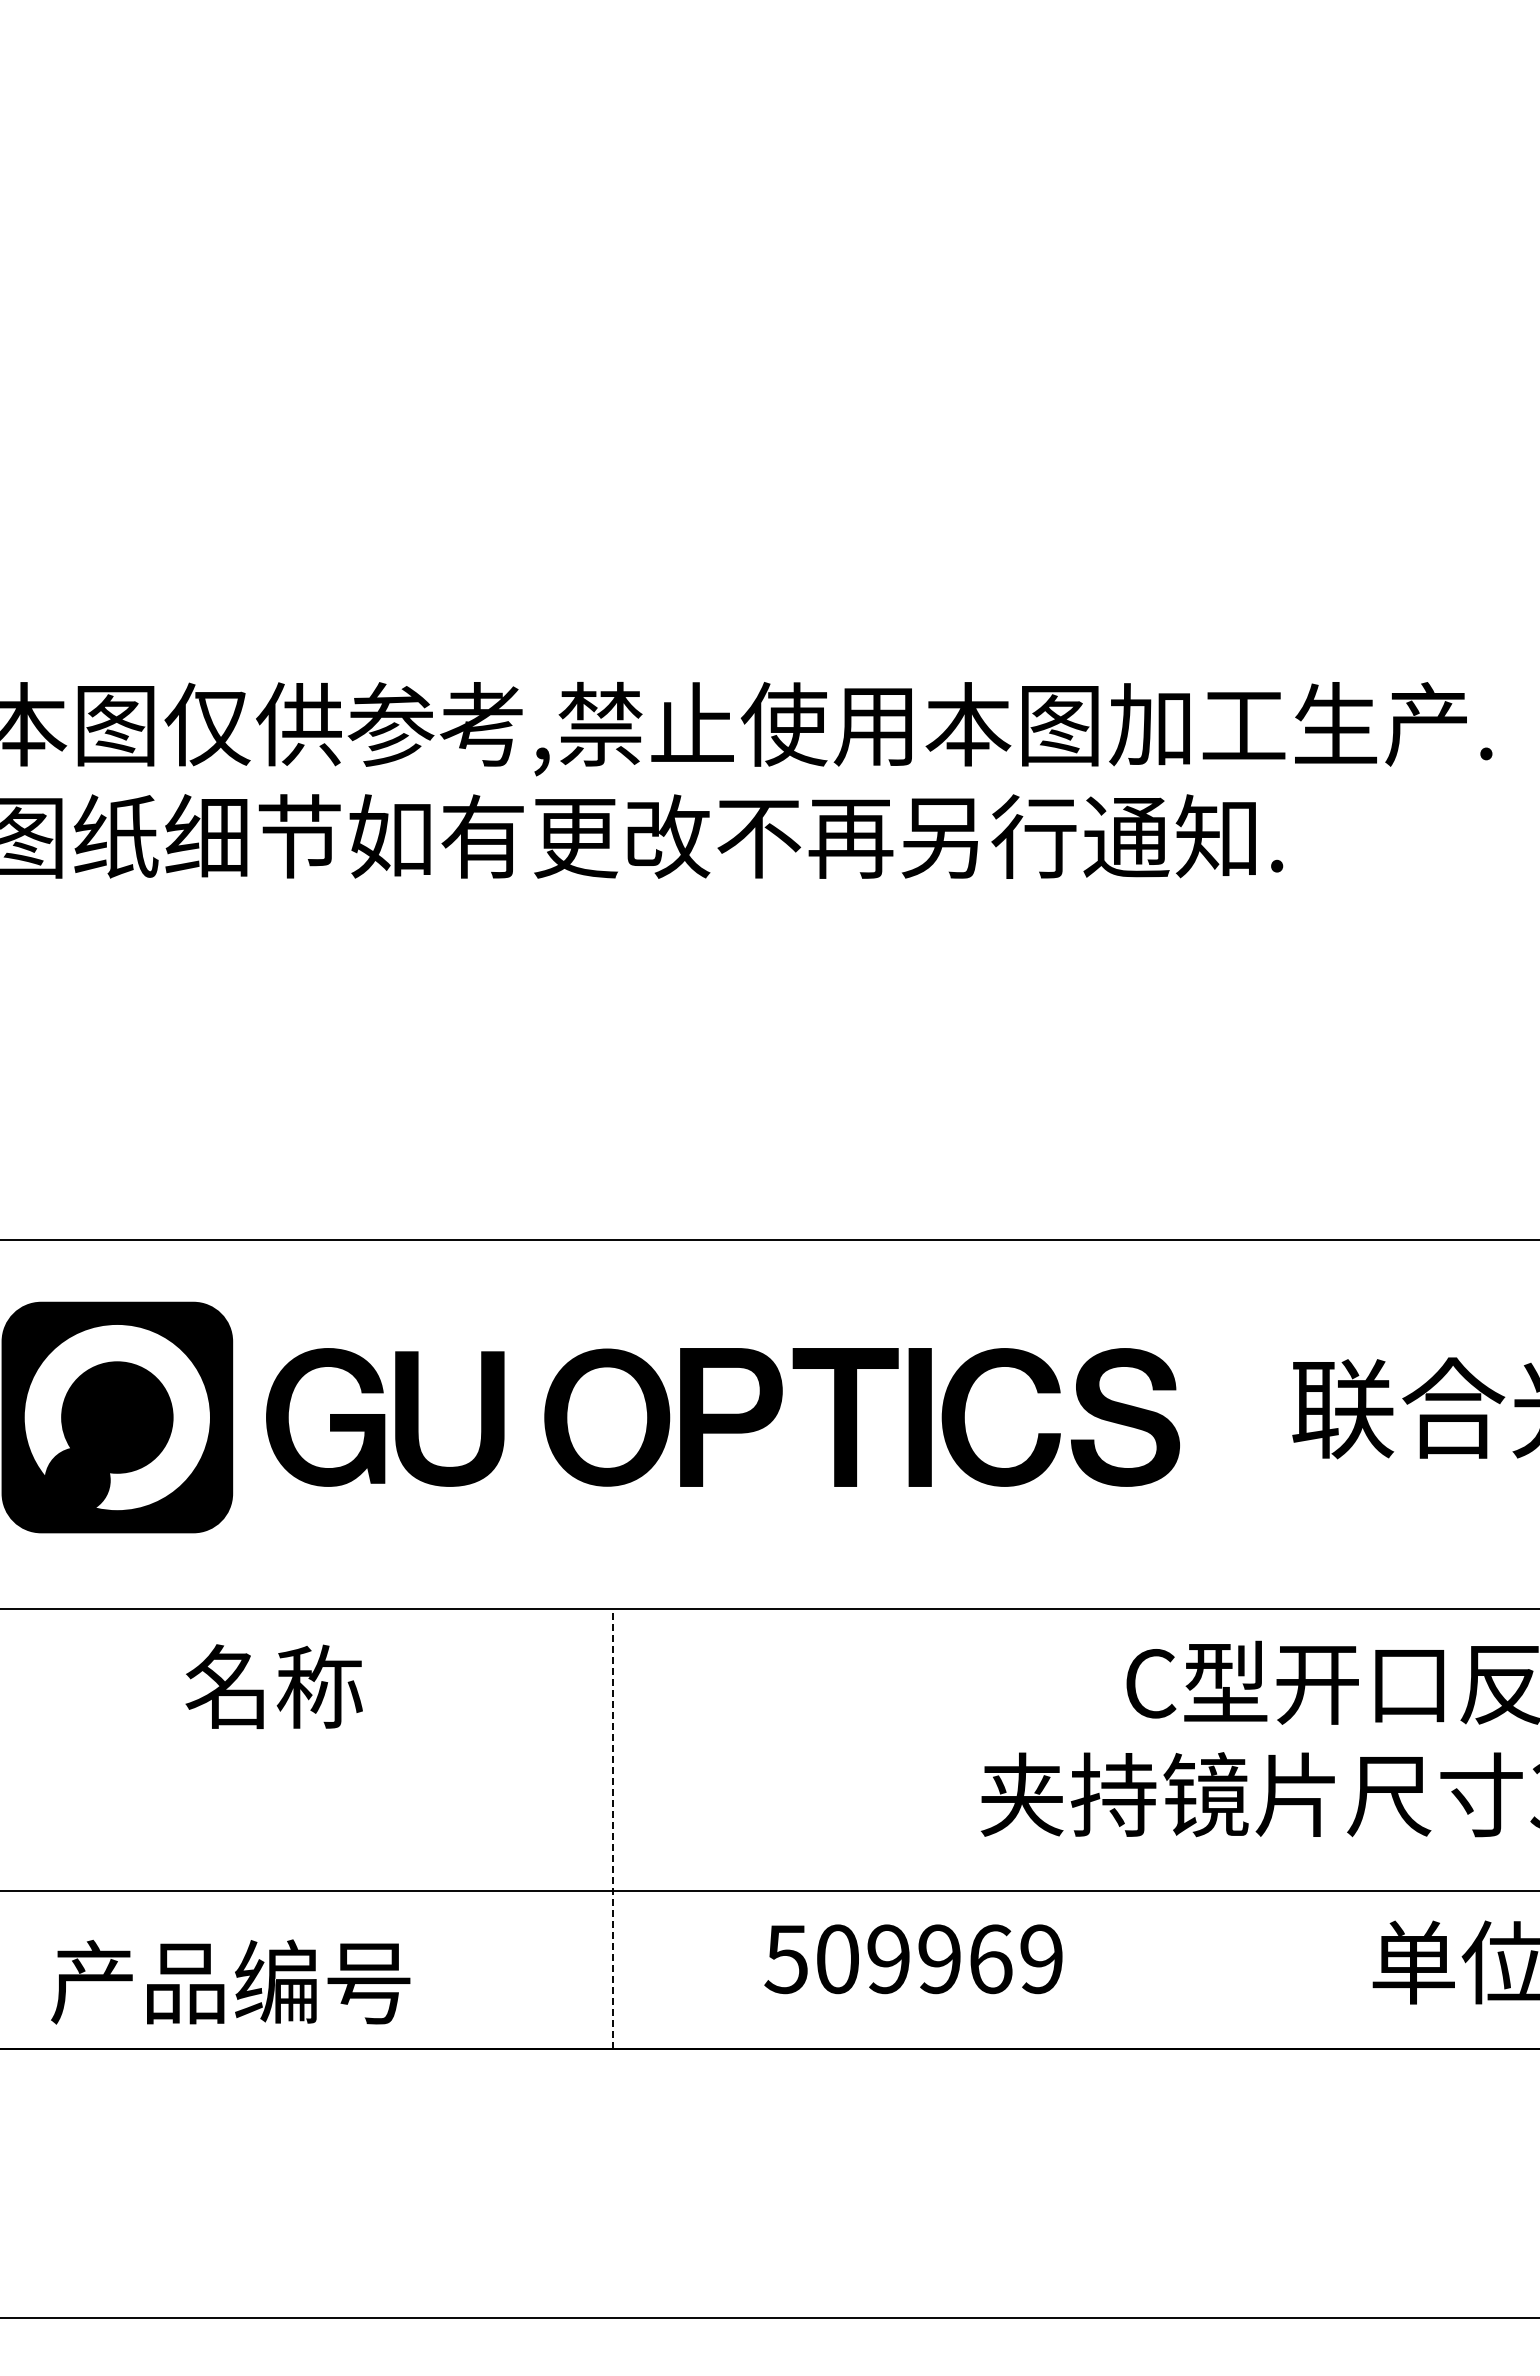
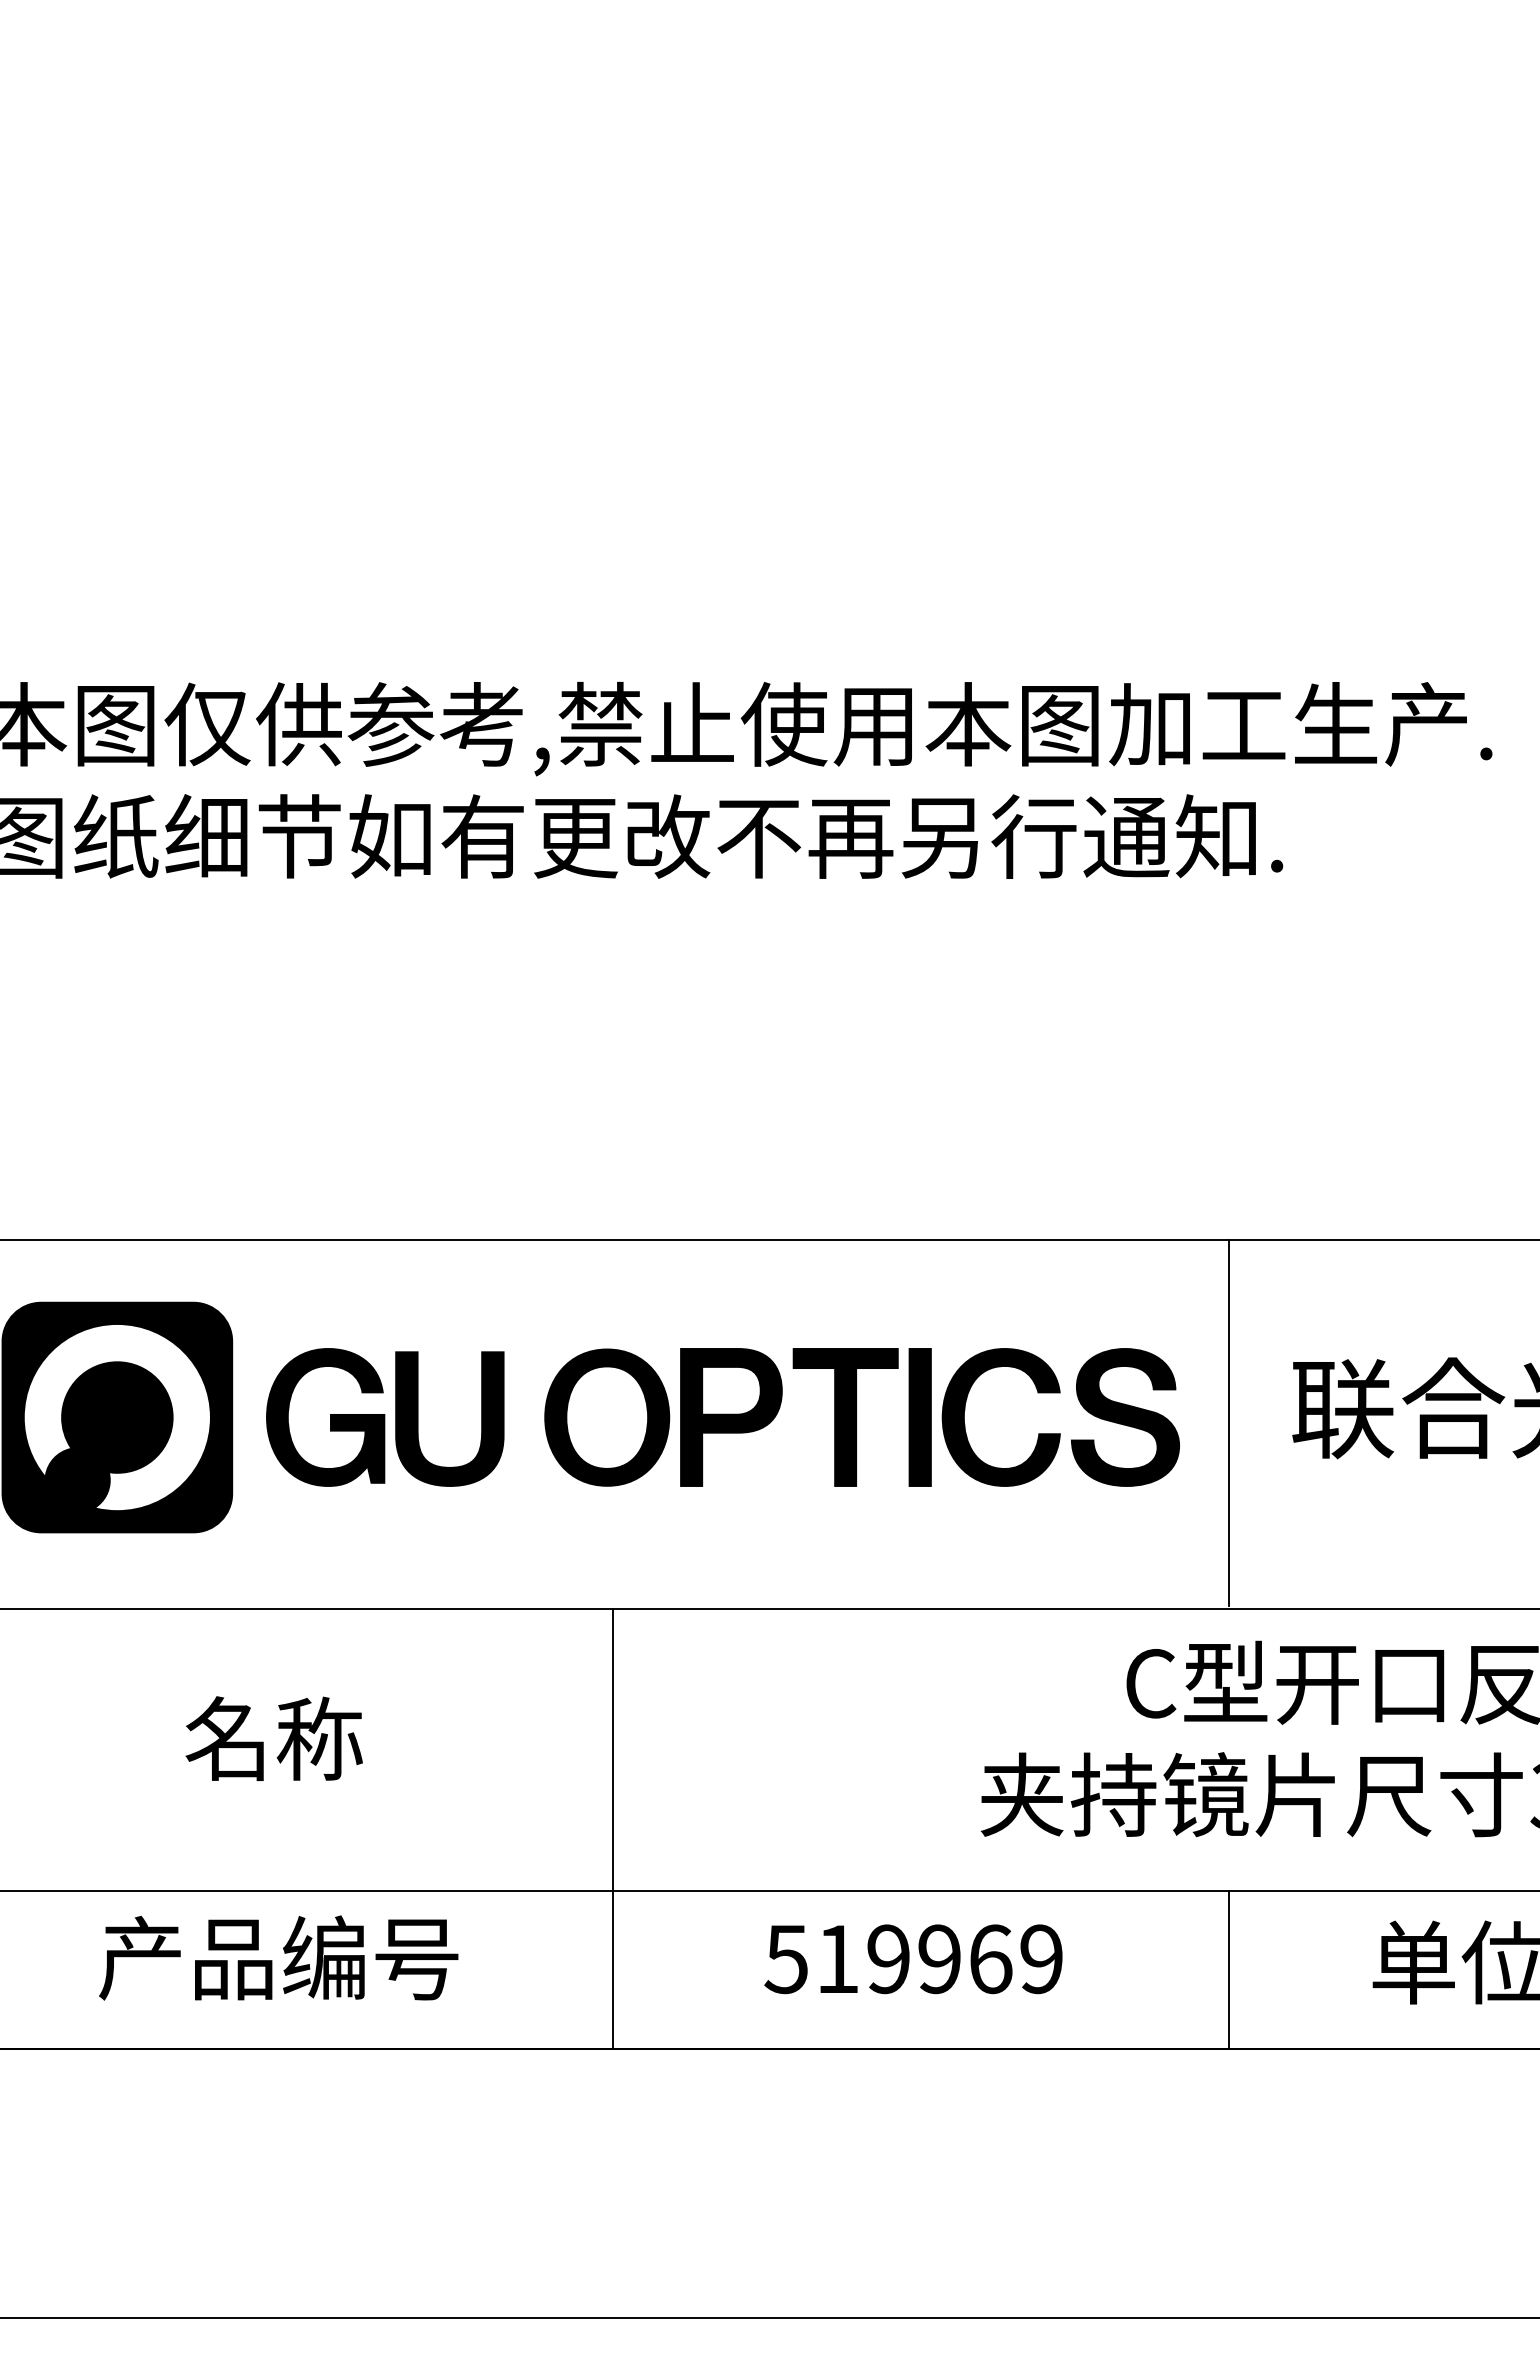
line at (1229, 1423): none -> present
text at (273, 1686) position: (273, 1686) -> (273, 1738)
line at (612, 1828): dashed -> solid
text at (837, 1959): 509969 -> 519969
line at (1229, 1969): none -> present
text at (230, 1981) position: (230, 1981) -> (278, 1957)
